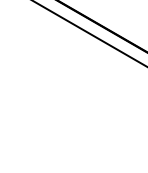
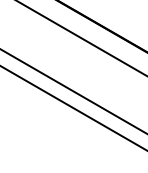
line at (89, 33) position: (89, 33) -> (81, 38)
line at (73, 91): none -> present
line at (73, 108): none -> present
